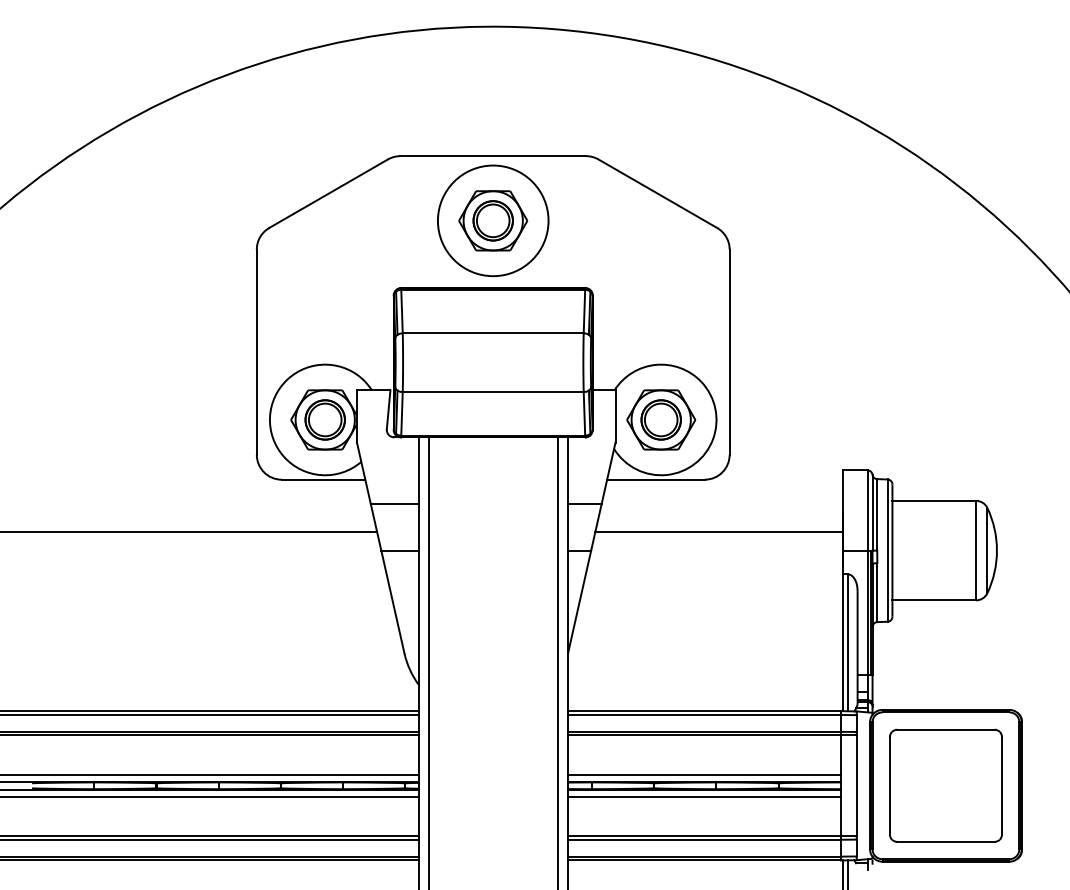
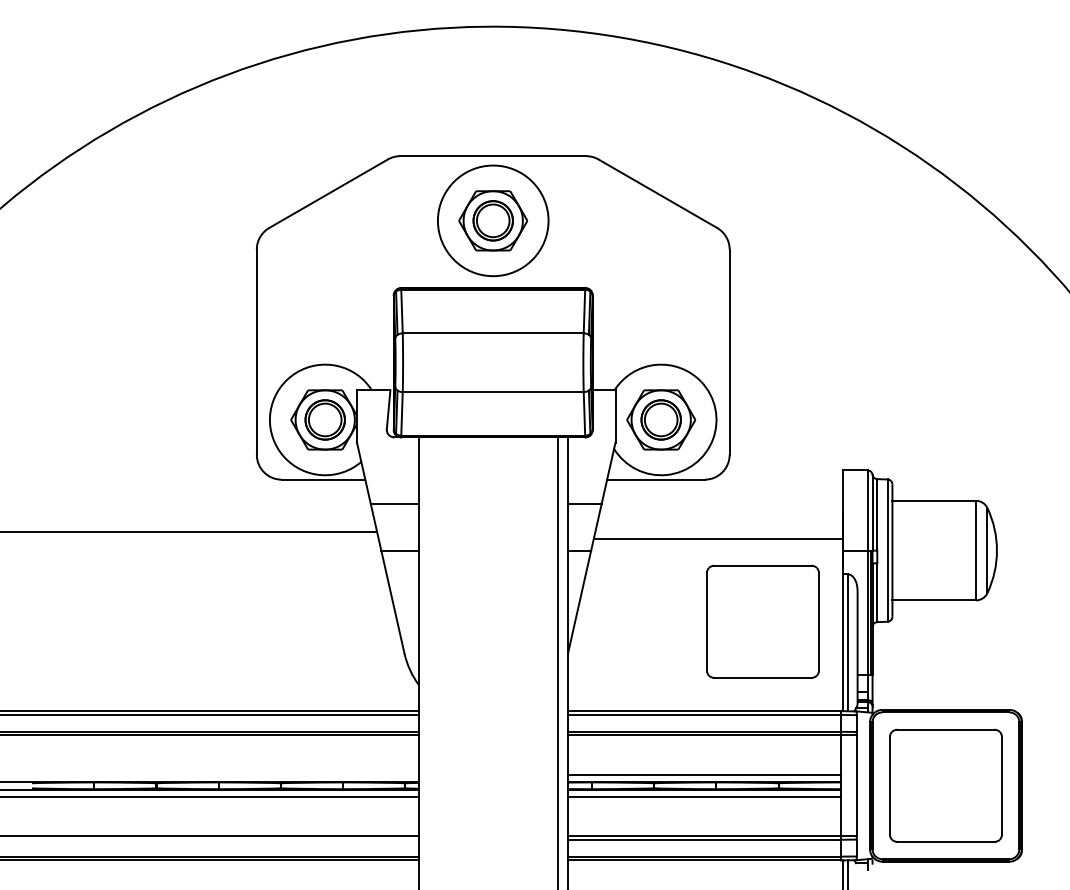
line at (718, 531) position: (718, 531) -> (718, 538)
part at (762, 621): none -> present
line at (428, 661): present -> none
line at (210, 774): present -> none
line at (210, 839): present -> none
